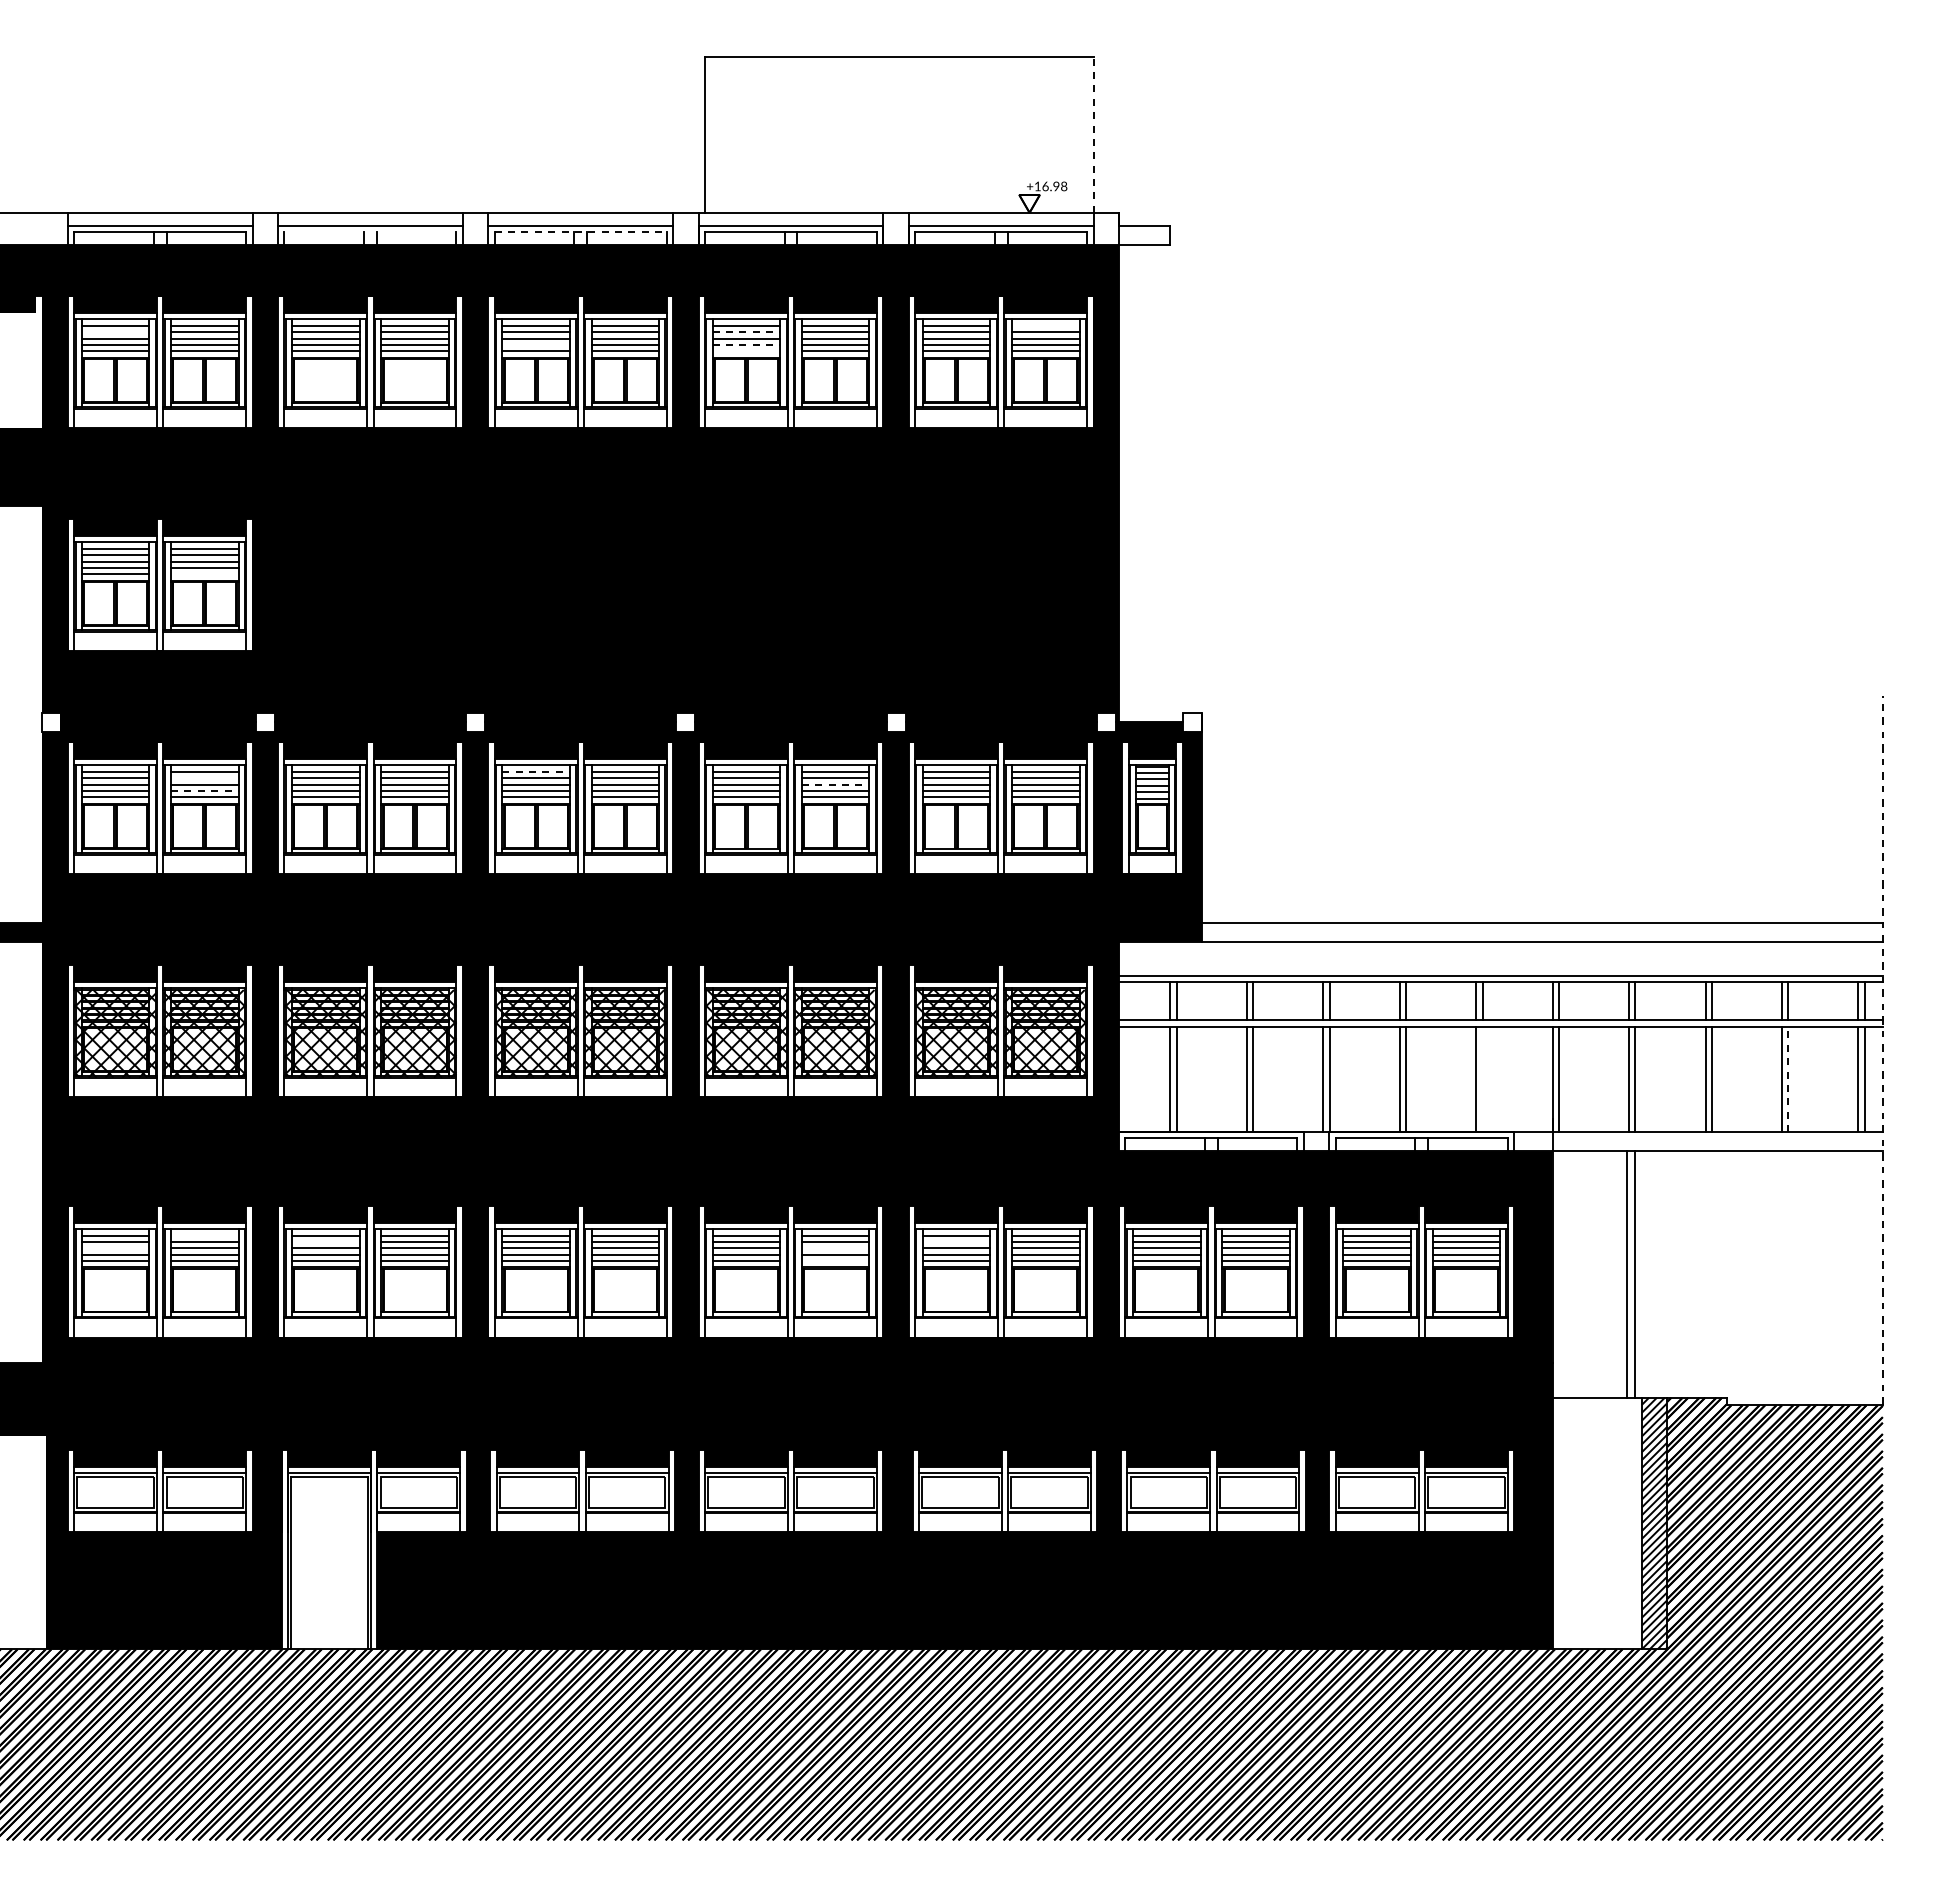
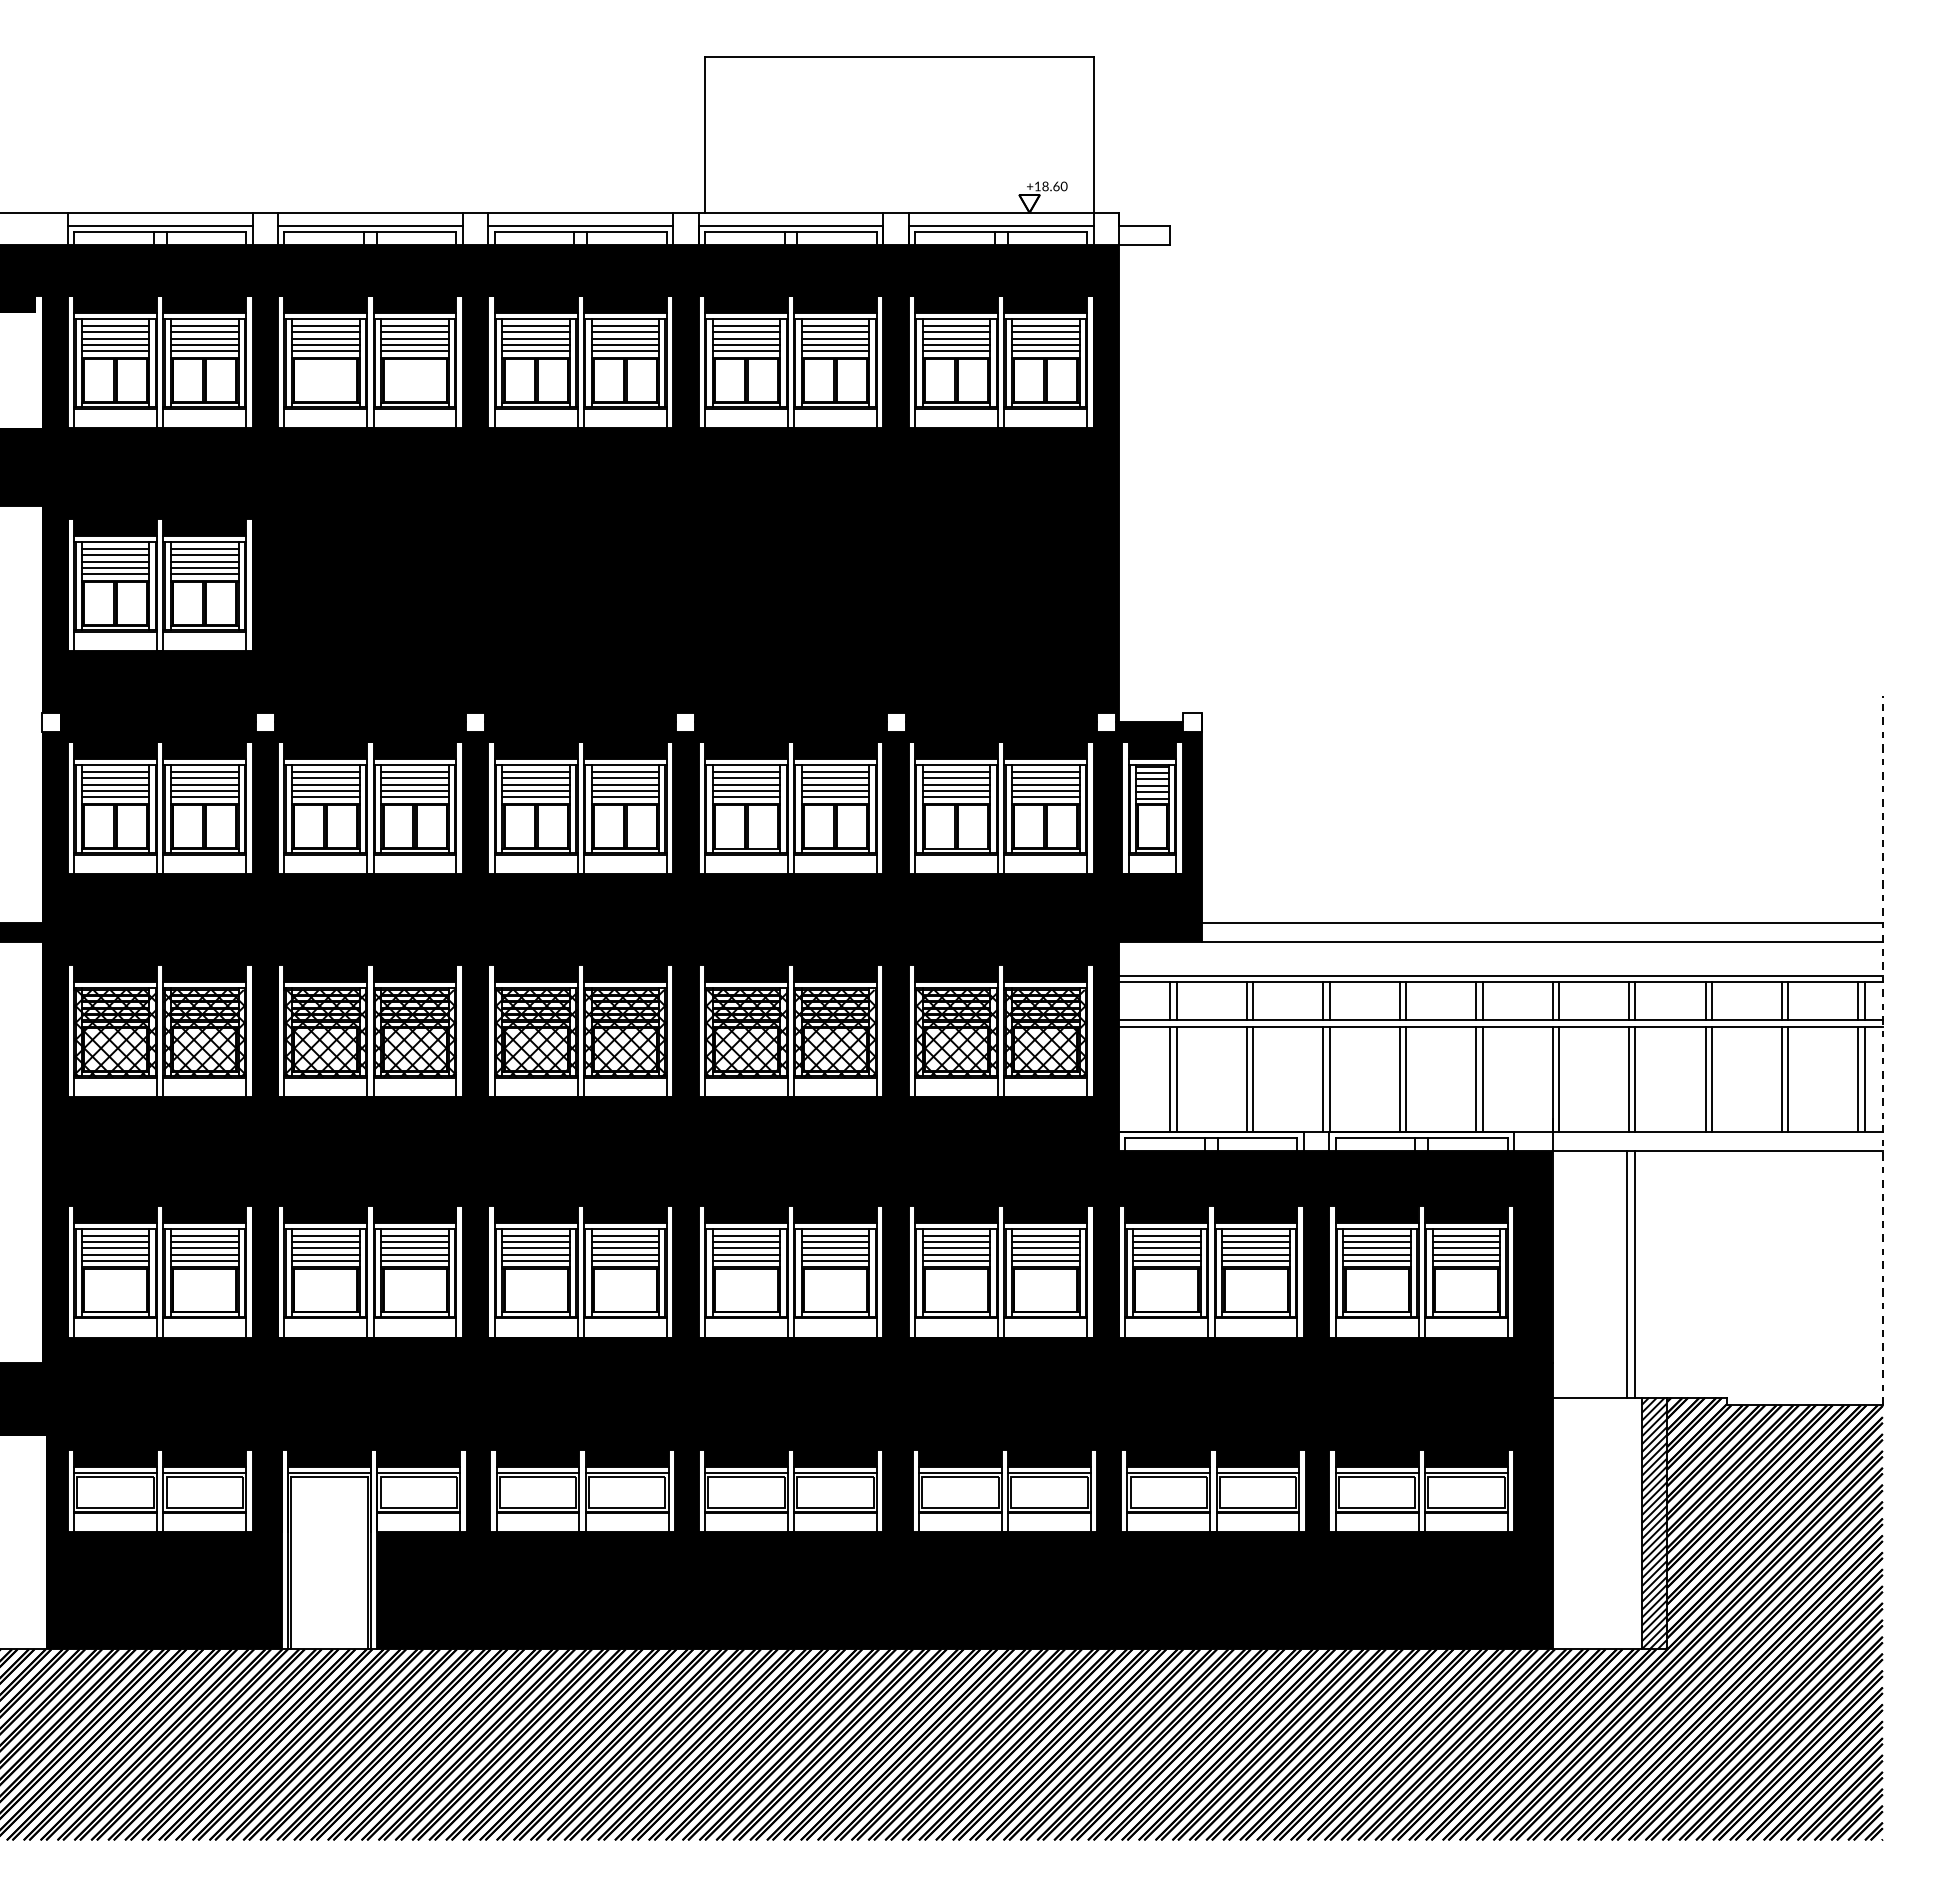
line at (1093, 134): dashed -> solid
text at (1054, 186): +16.98 -> +18.60
line at (370, 231): none -> present
line at (581, 231): dashed -> solid
line at (1045, 325): none -> present
line at (115, 332): none -> present
line at (746, 332): dashed -> solid
line at (535, 344): none -> present
line at (746, 344): dashed -> solid
line at (746, 351): none -> present
line at (204, 574): none -> present
line at (536, 771): dashed -> solid
line at (204, 778): none -> present
line at (835, 784): dashed -> solid
line at (204, 790): dashed -> solid
line at (1482, 1079): none -> present
line at (1788, 1079): dashed -> solid
line at (204, 1235): none -> present
line at (325, 1241): none -> present
line at (956, 1241): none -> present
line at (115, 1248): none -> present
line at (835, 1248): none -> present
line at (835, 1261): none -> present
